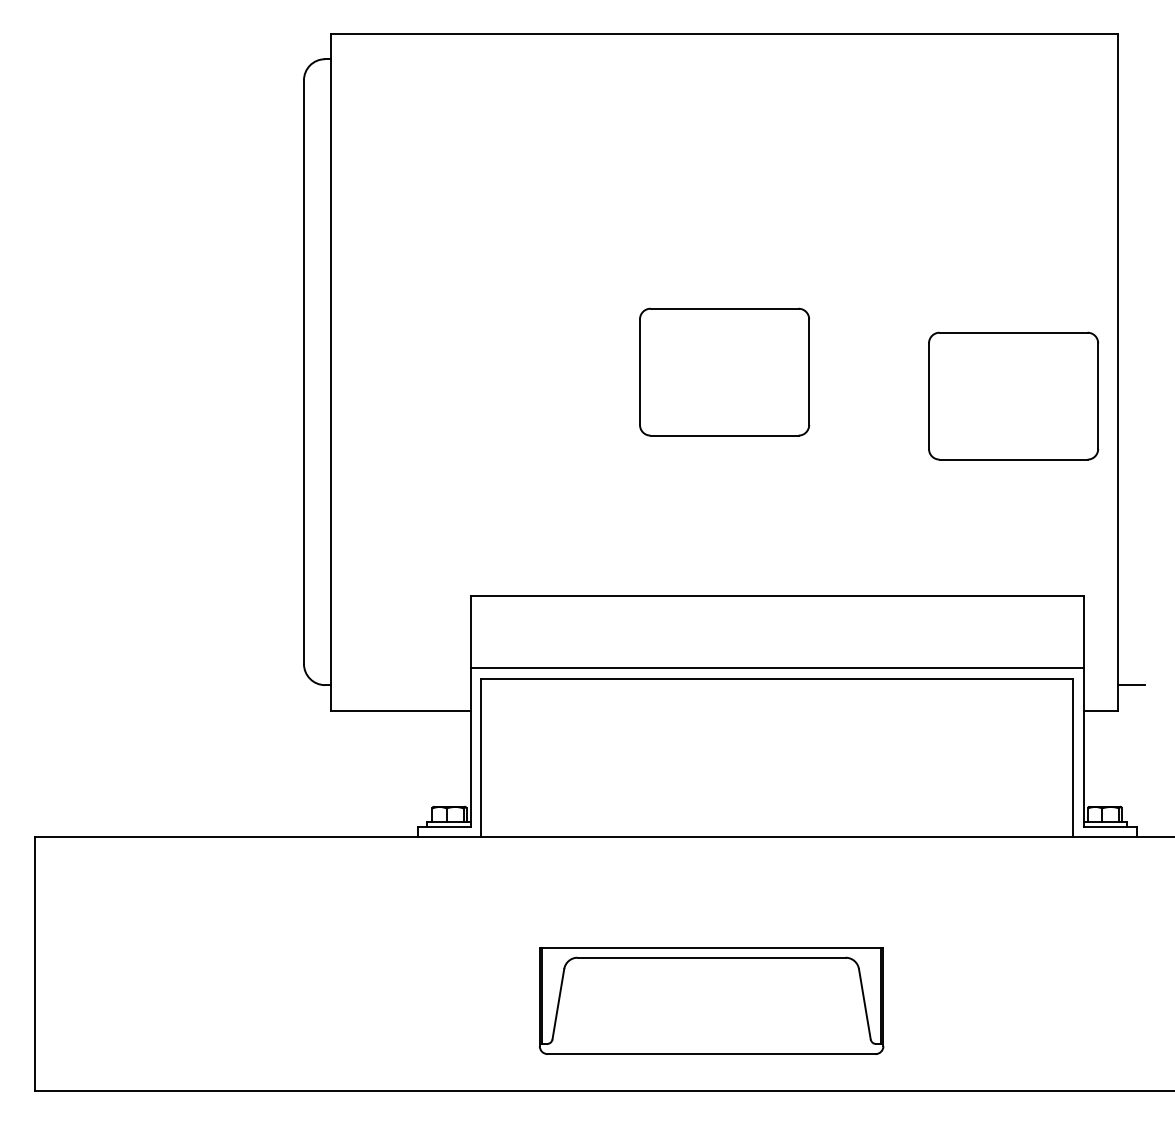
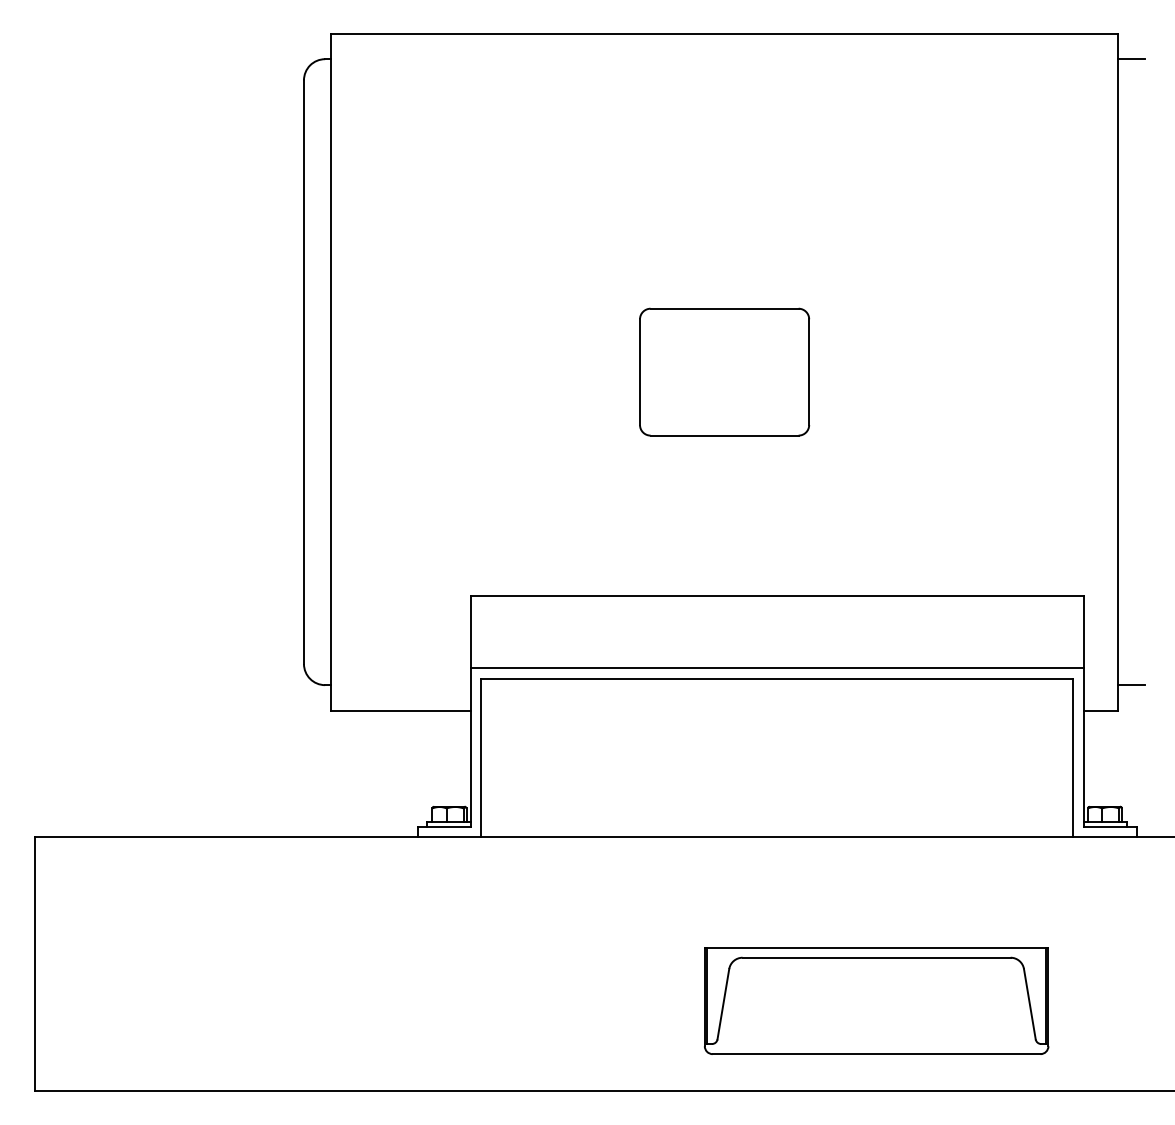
line at (1131, 59): none -> present
part at (1013, 395): present -> none
part at (711, 1000) position: (711, 1000) -> (876, 1000)
